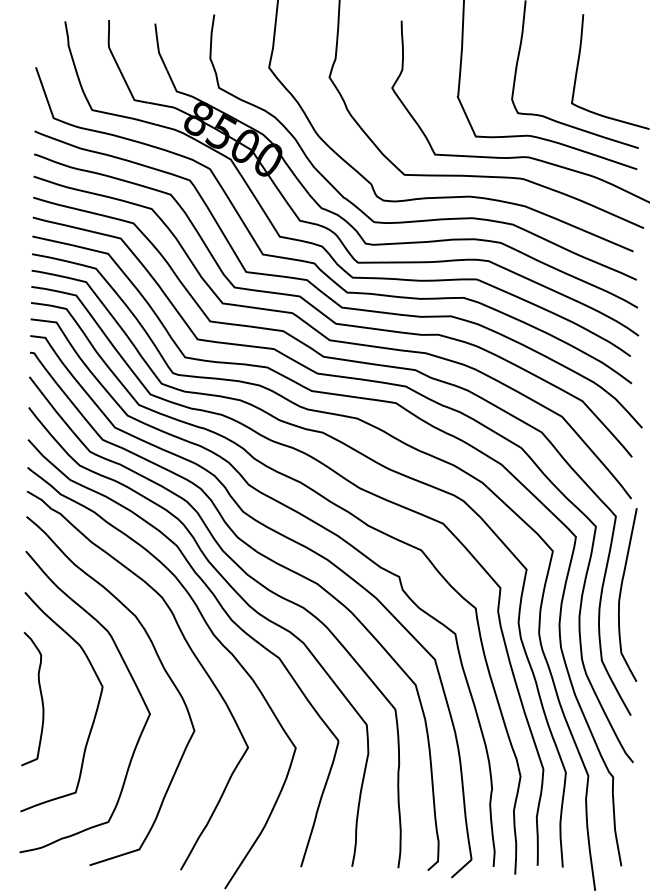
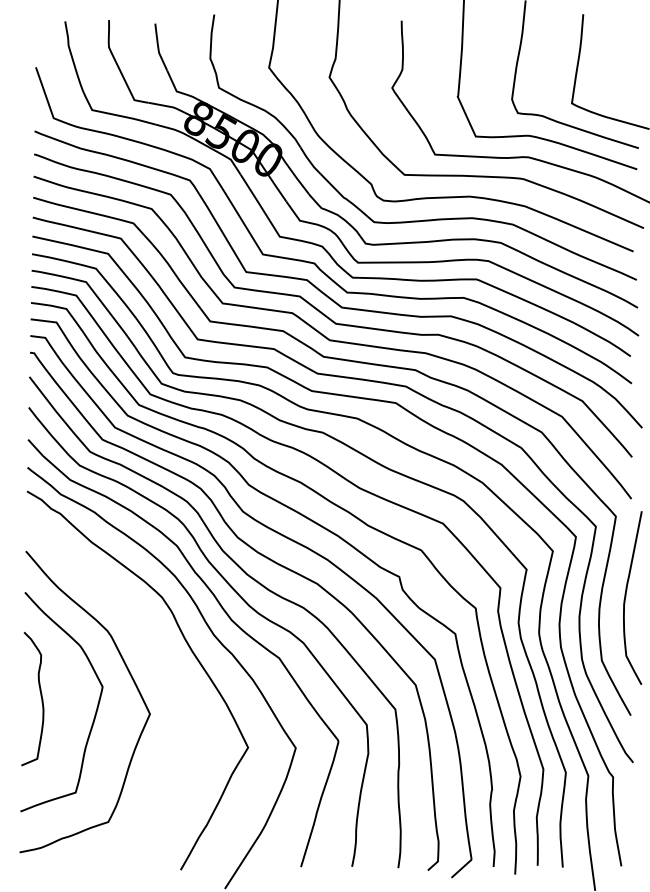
curve at (621, 593) position: (621, 593) -> (626, 596)
curve at (161, 665): present -> none
